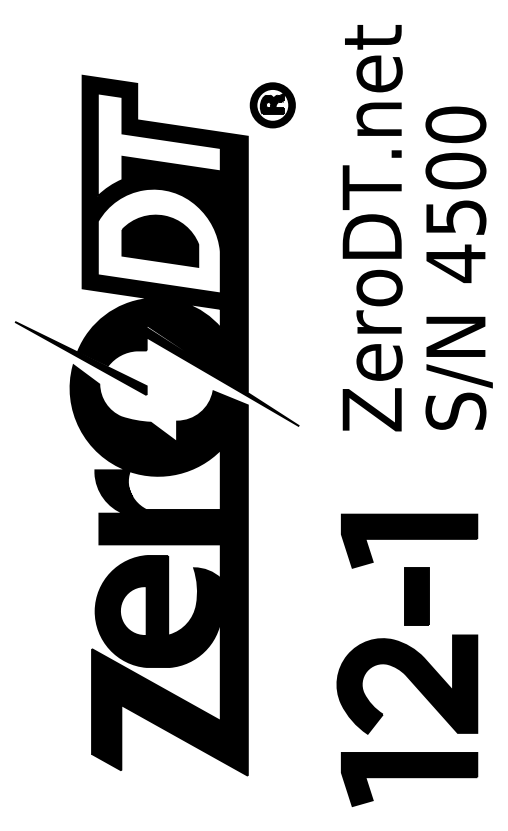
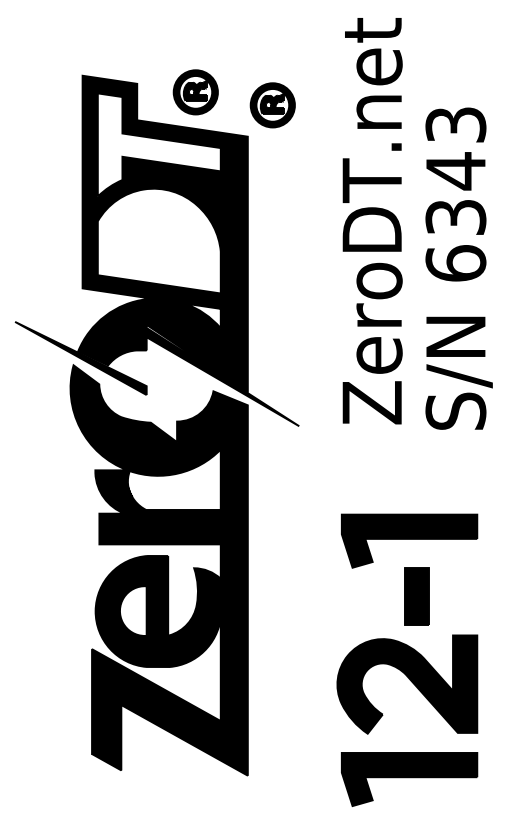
part at (195, 92): none -> present
text at (455, 194): 4500 -> 6343
text at (372, 228) position: (372, 228) -> (372, 221)
part at (160, 240): present -> none
